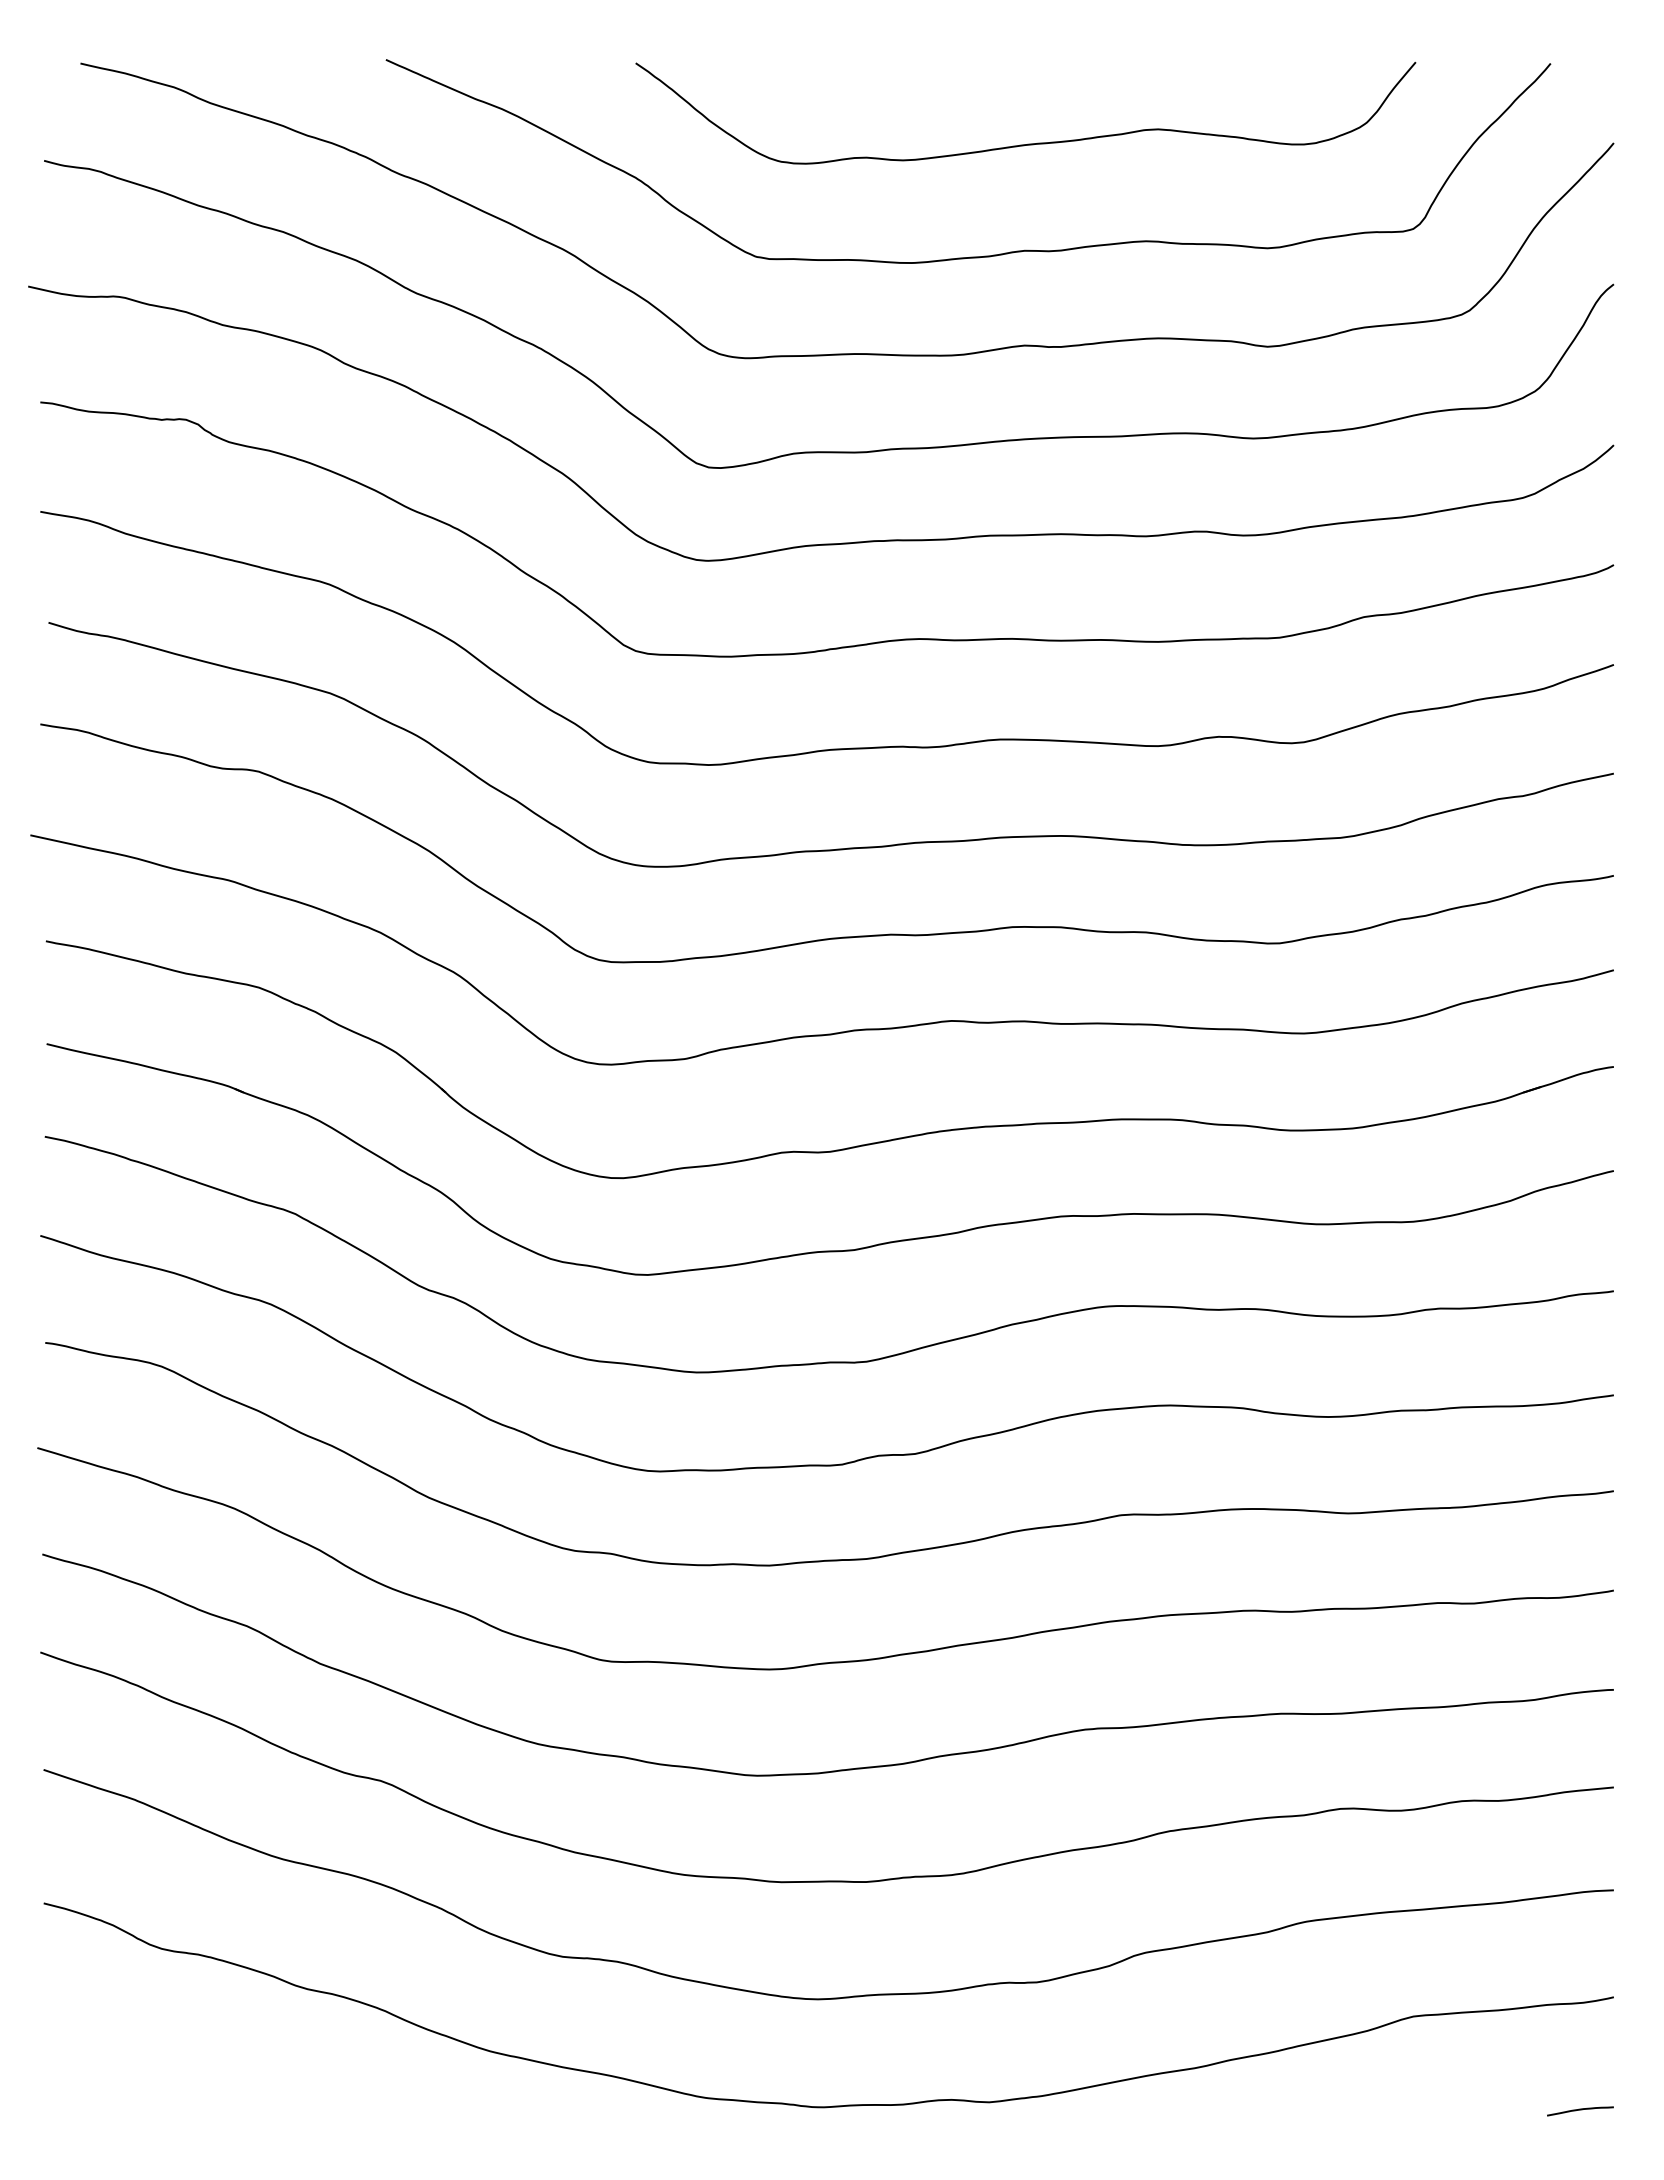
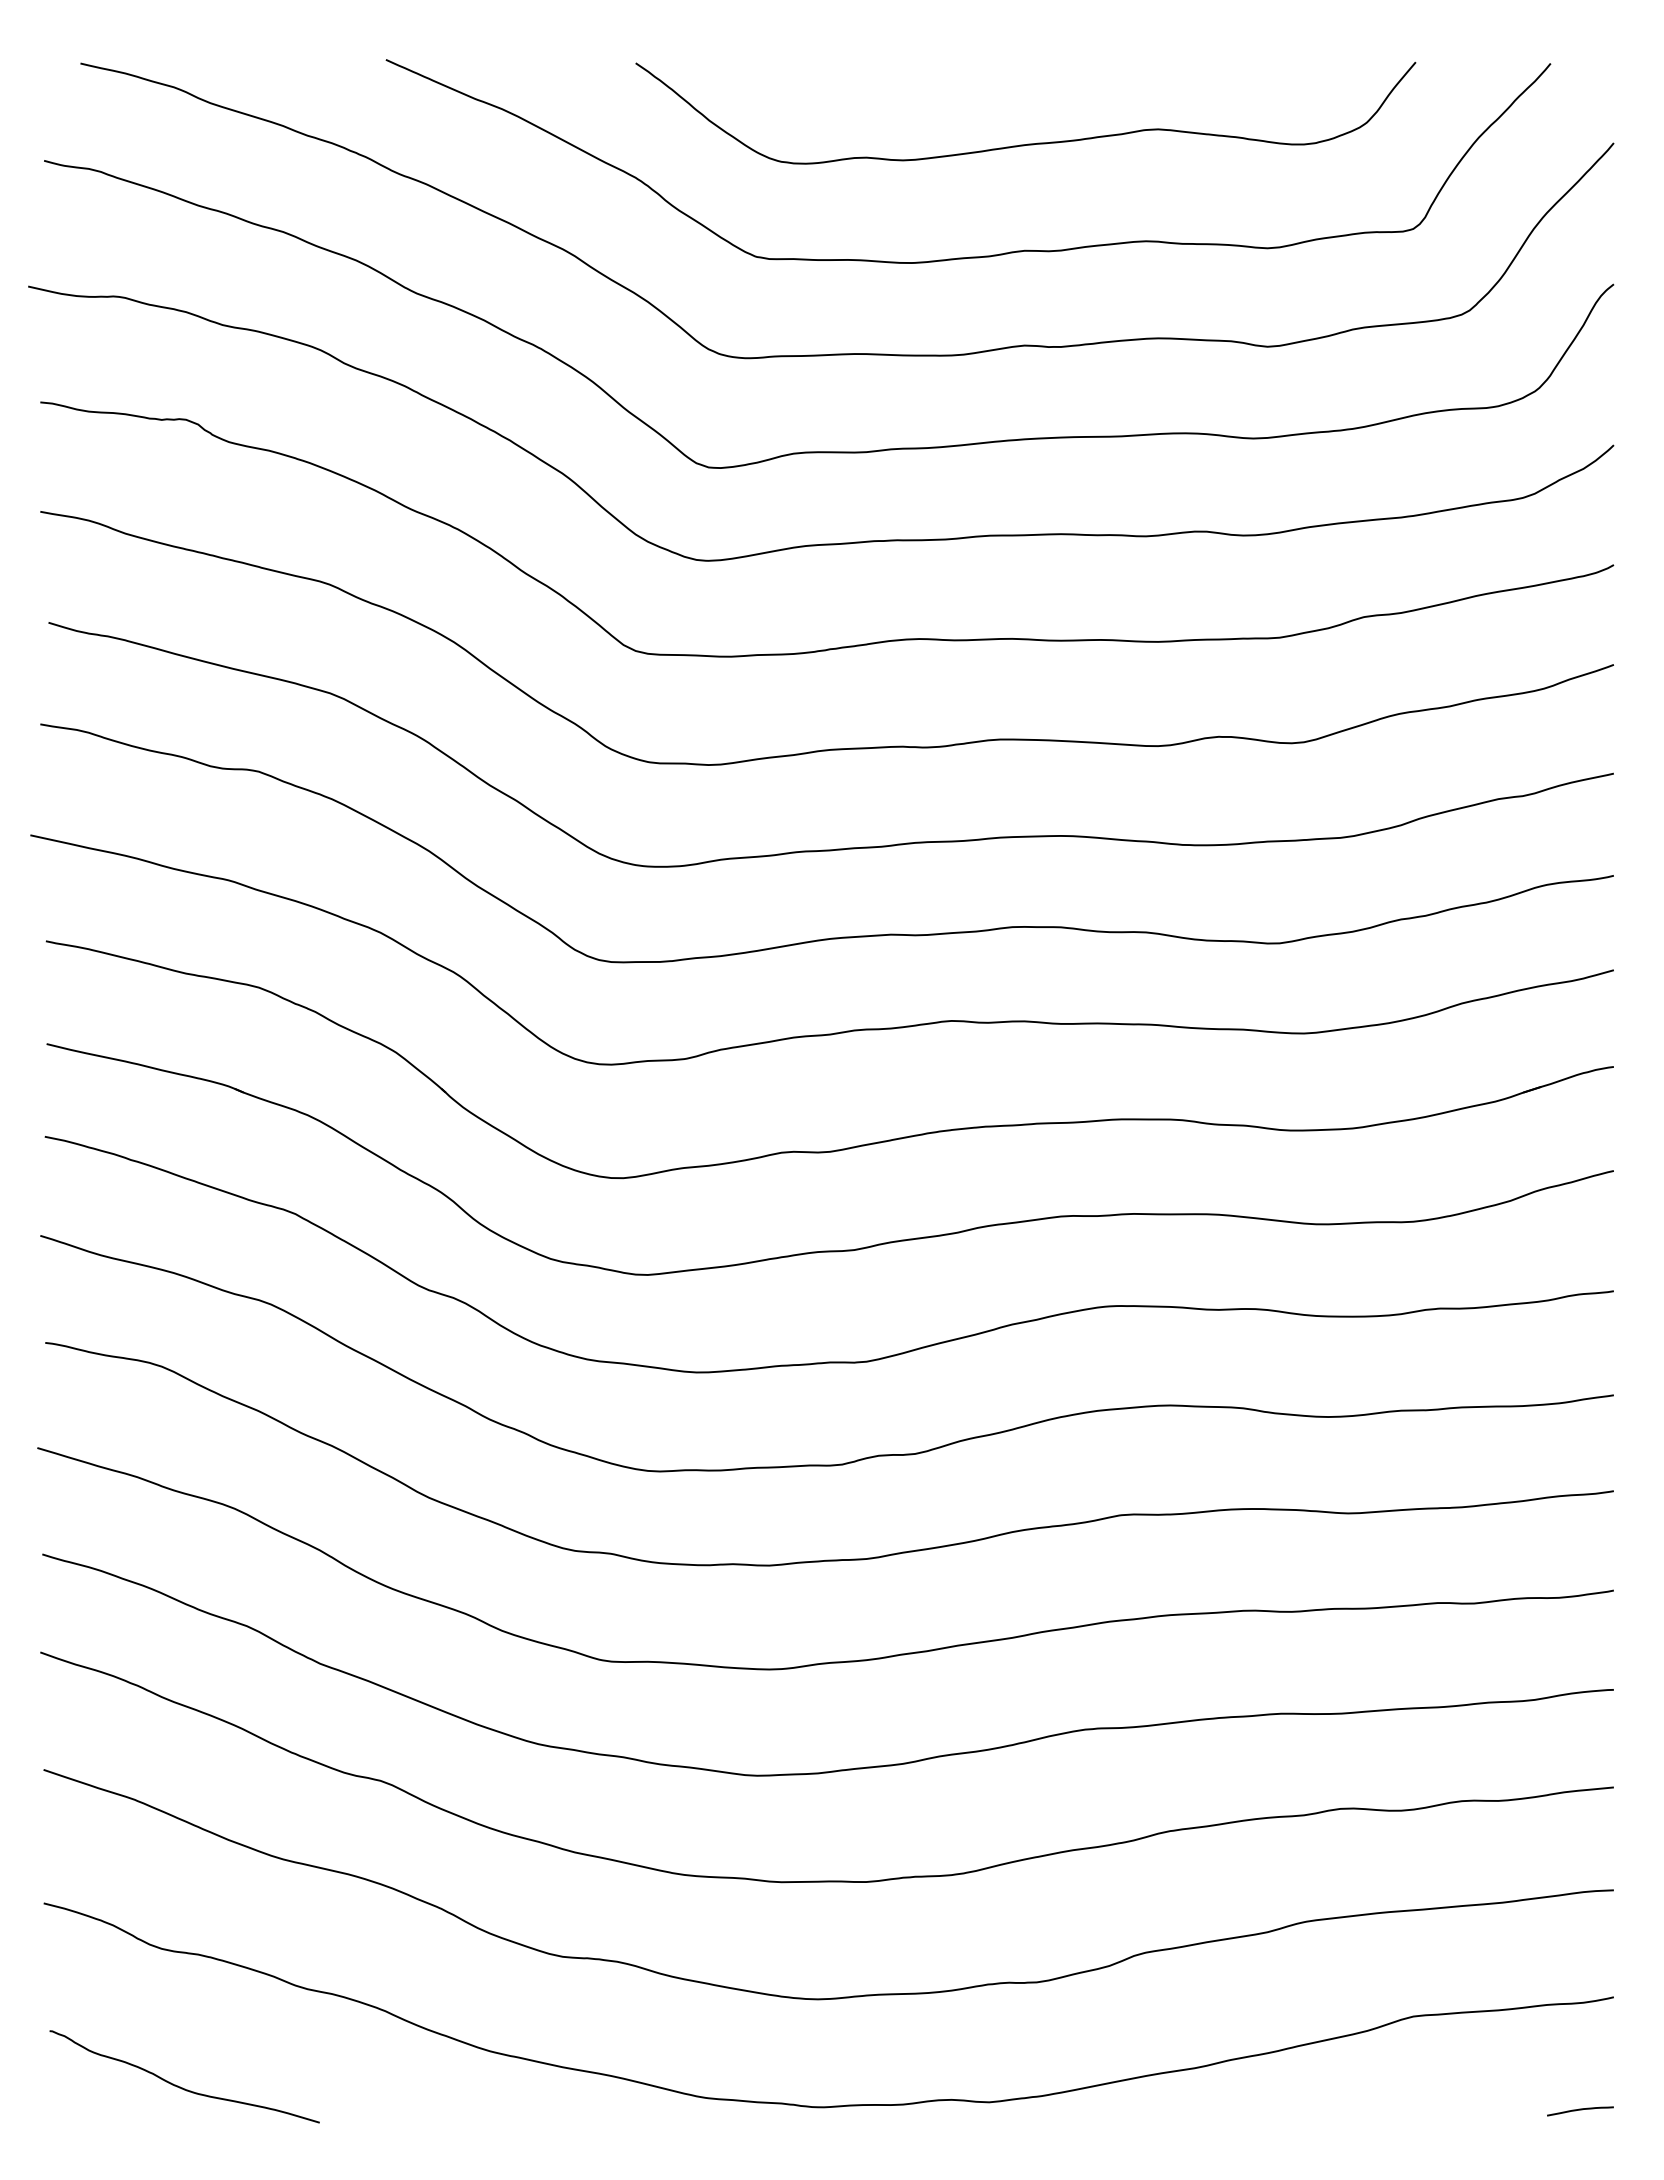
curve at (180, 2086): none -> present
